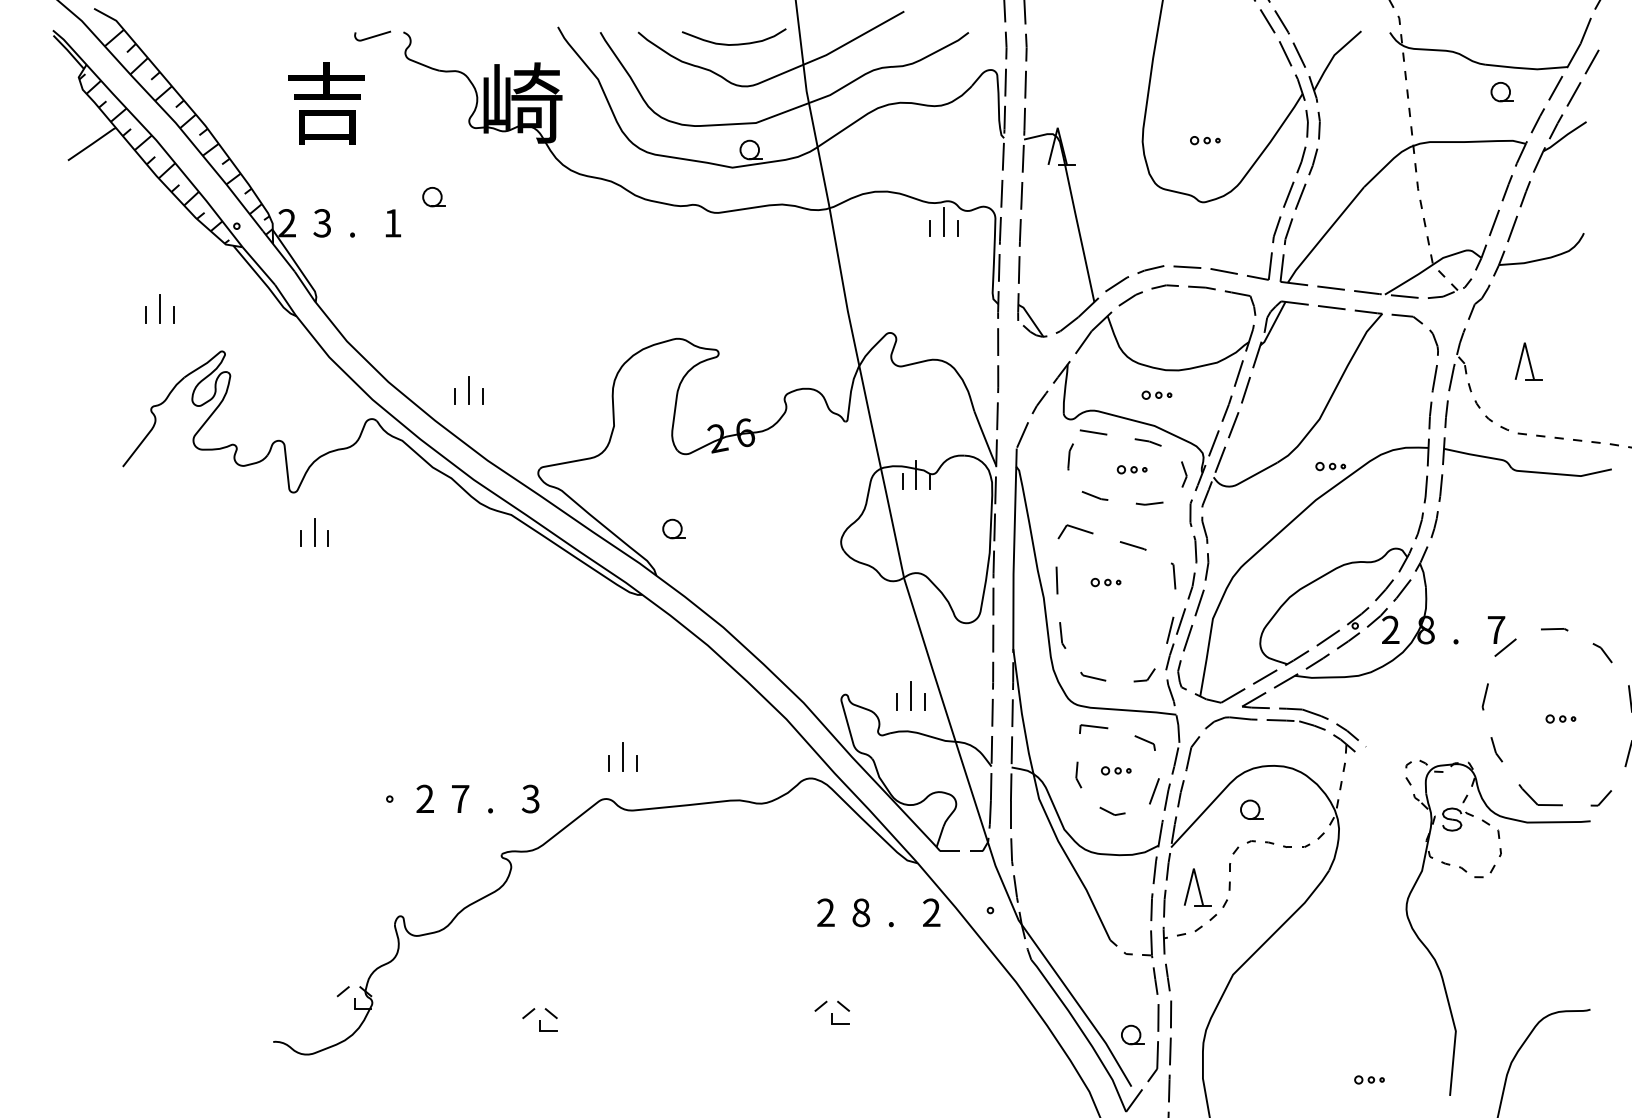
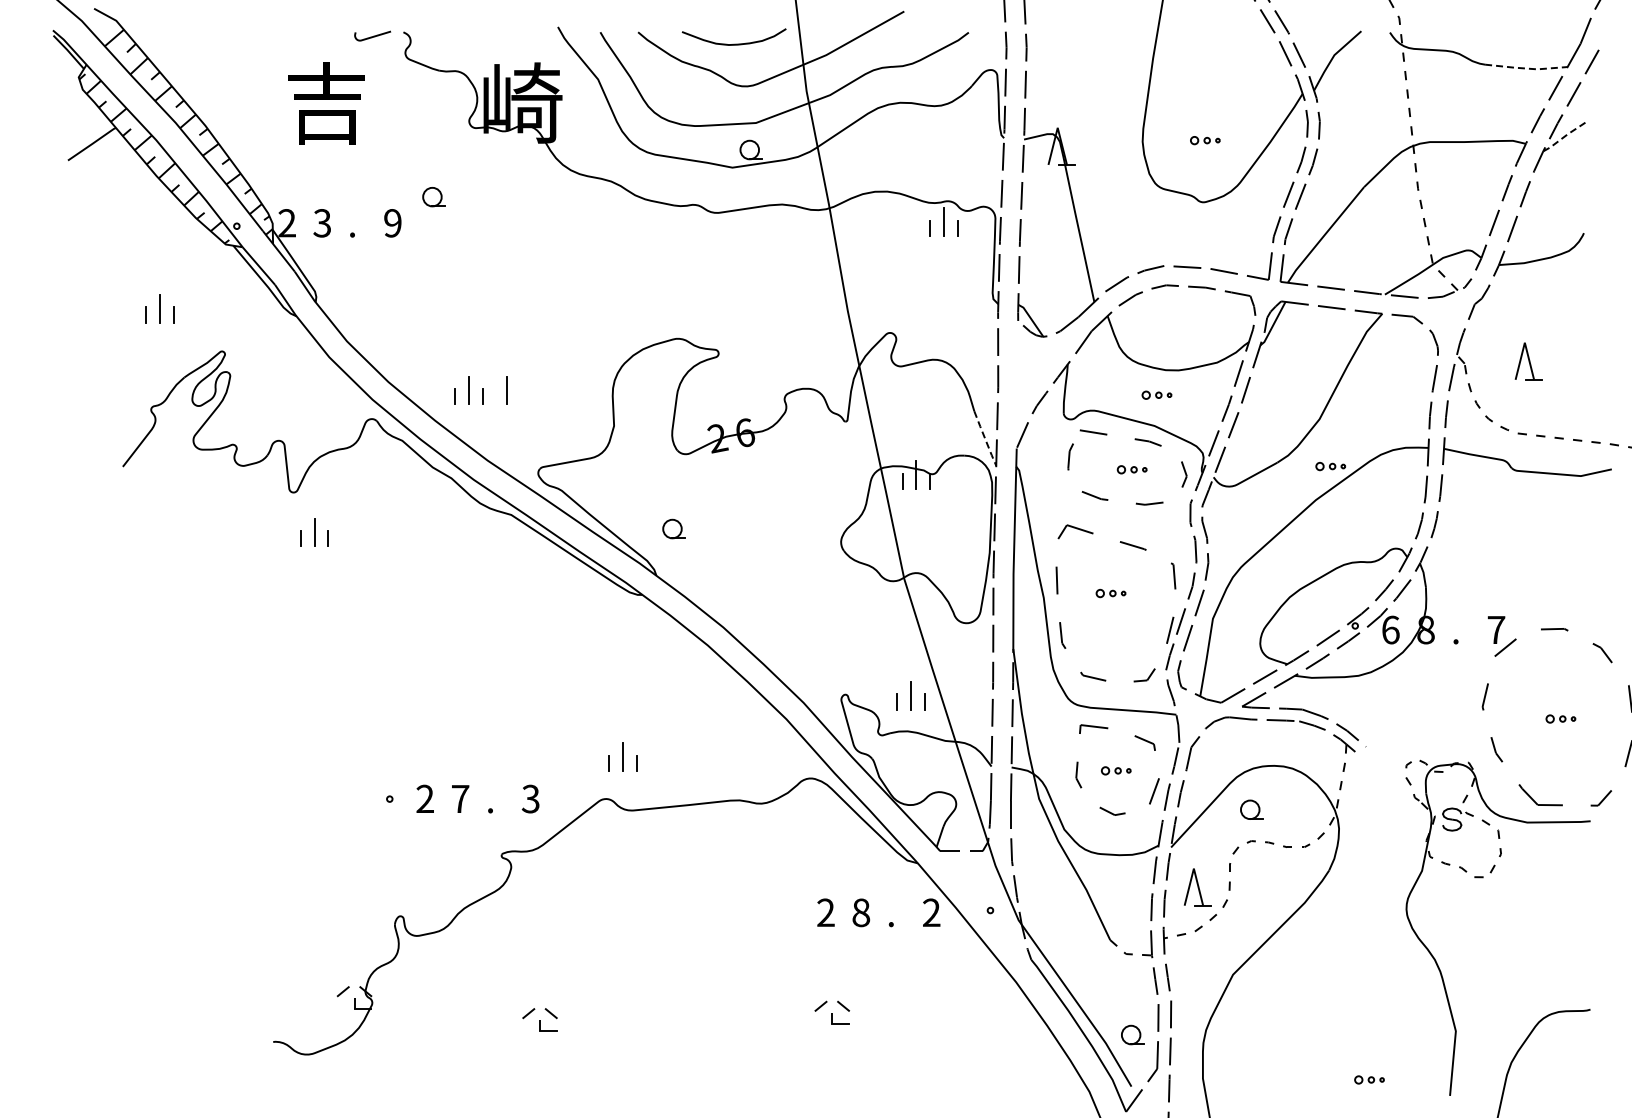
line at (1526, 68): solid -> dashed
part at (1501, 92): present -> none
line at (1564, 136): solid -> dashed
text at (392, 223): 1 -> 9
line at (506, 390): none -> present
line at (985, 438): solid -> dashed
part at (1105, 582) position: (1105, 582) -> (1110, 593)
text at (1390, 629): 2 -> 6
